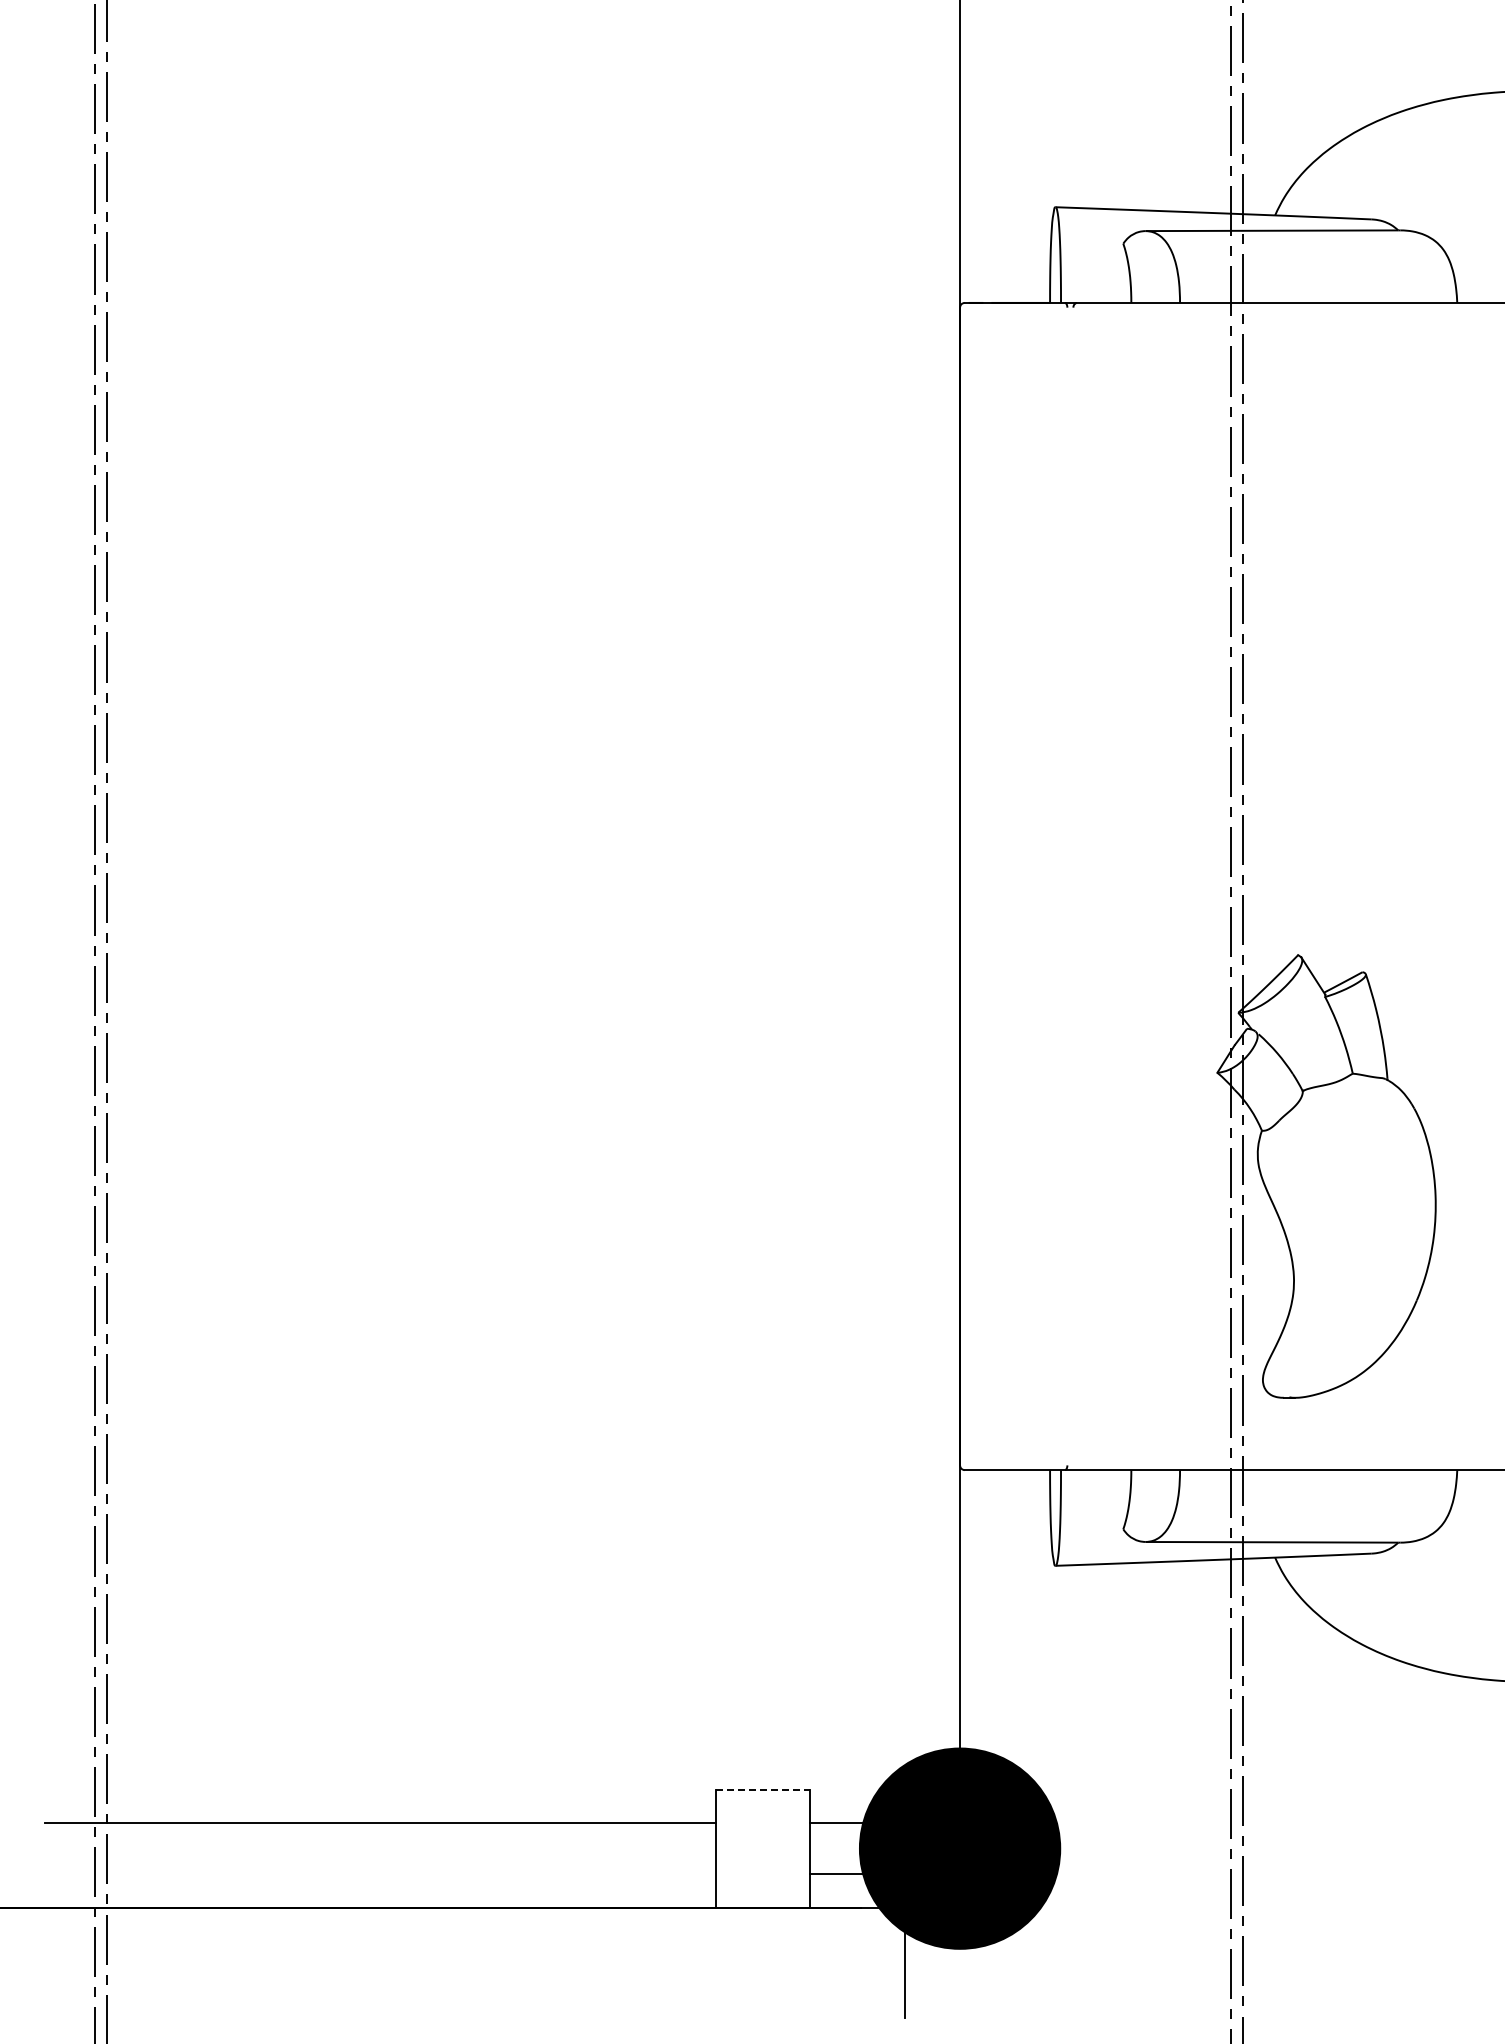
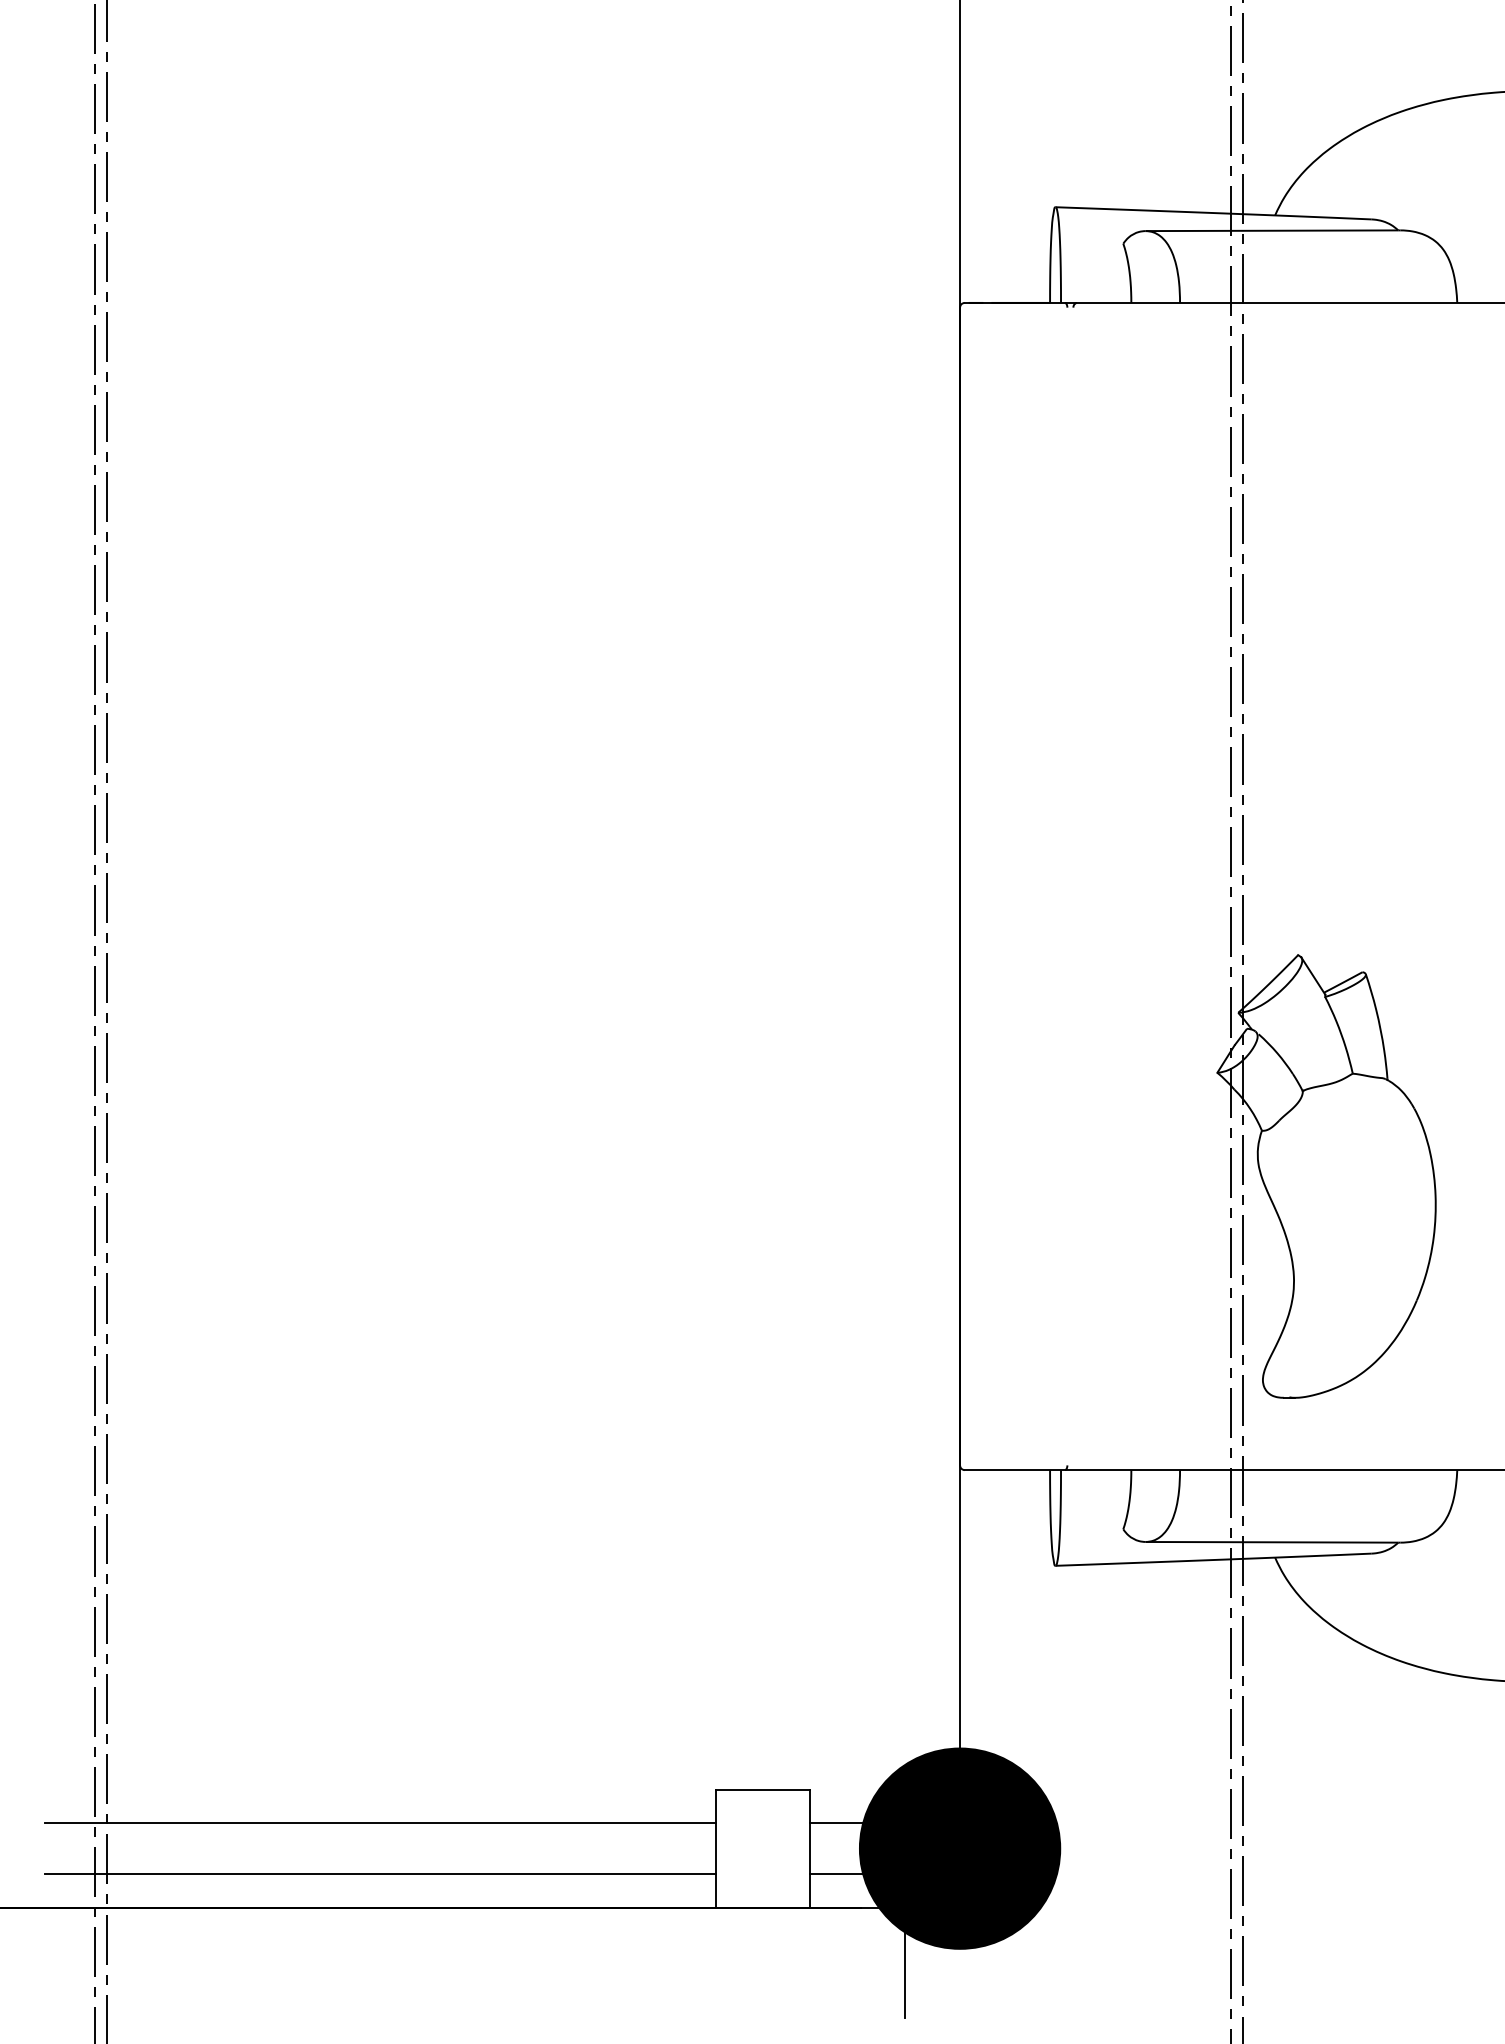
line at (763, 1789): dashed -> solid
line at (380, 1873): none -> present
